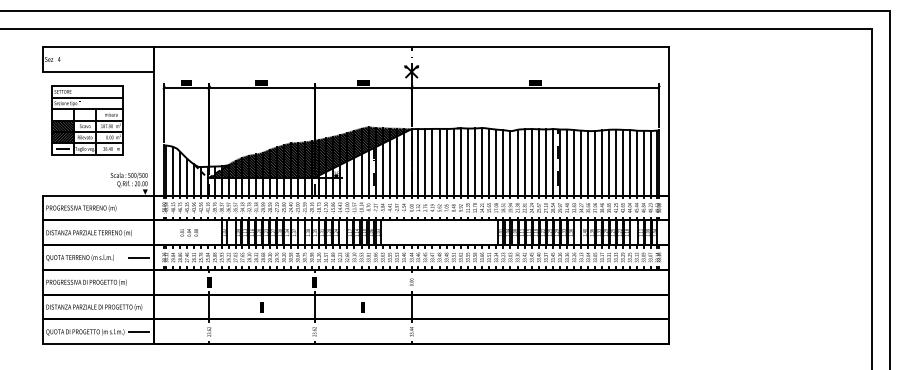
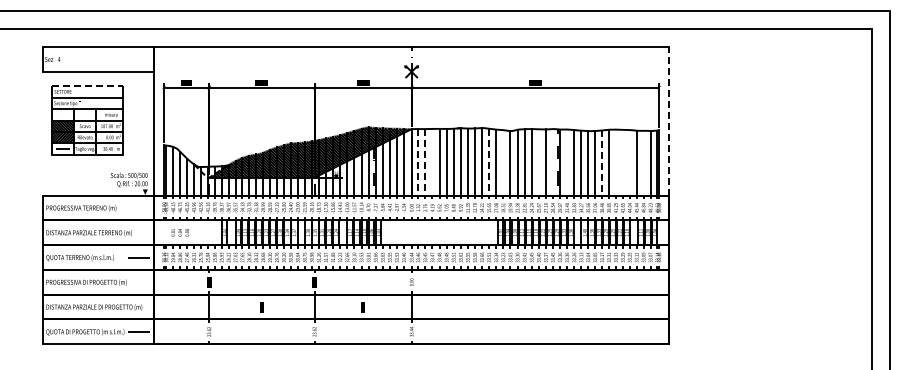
line at (87, 86): solid -> dashed
line at (669, 120): solid -> dashed
line at (432, 161): present -> none
line at (418, 162): solid -> dashed
line at (425, 162): solid -> dashed
line at (489, 162): solid -> dashed
line at (503, 162): present -> none
line at (538, 162): present -> none
line at (553, 162): present -> none
line at (567, 162): present -> none
line at (615, 162): present -> none
line at (622, 162): present -> none
line at (629, 162): present -> none
line at (643, 162): present -> none
line at (602, 163): solid -> dashed
text at (188, 232) position: (188, 232) -> (179, 232)
